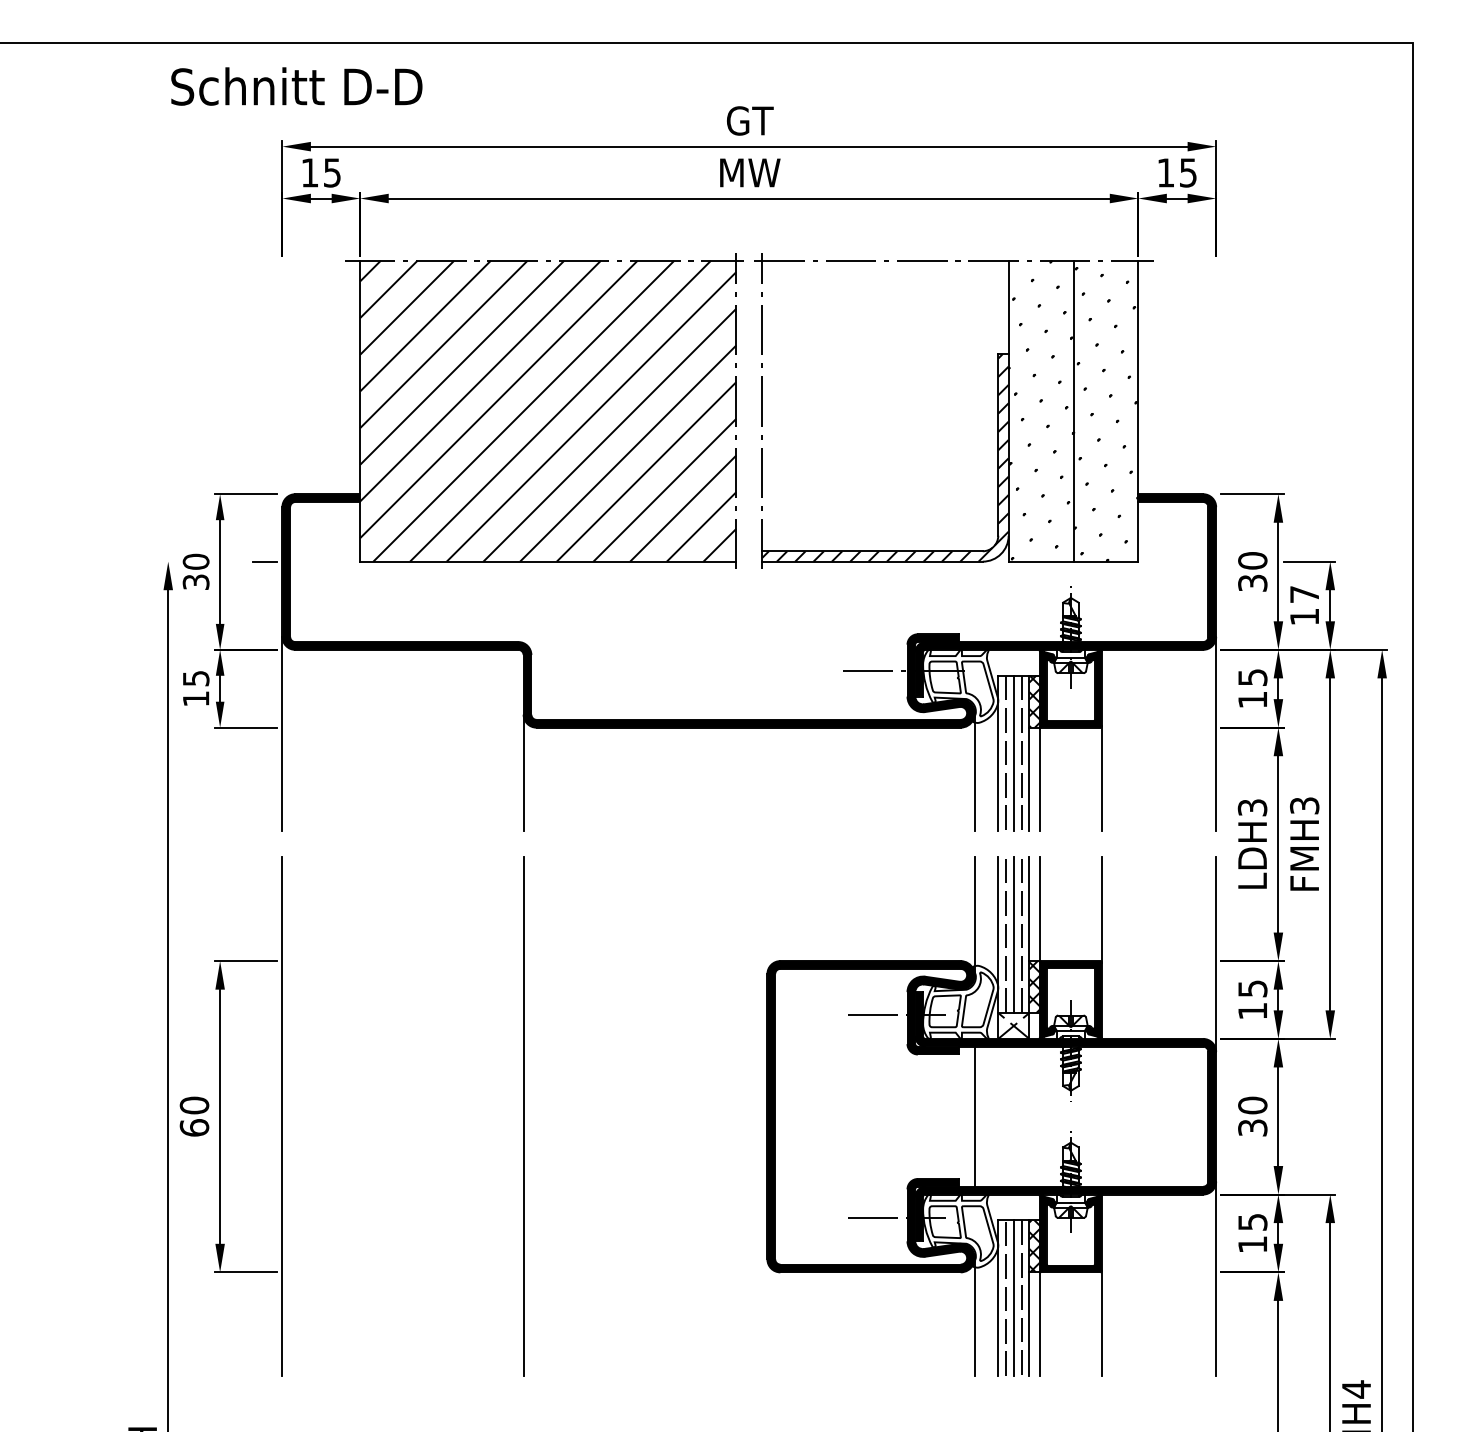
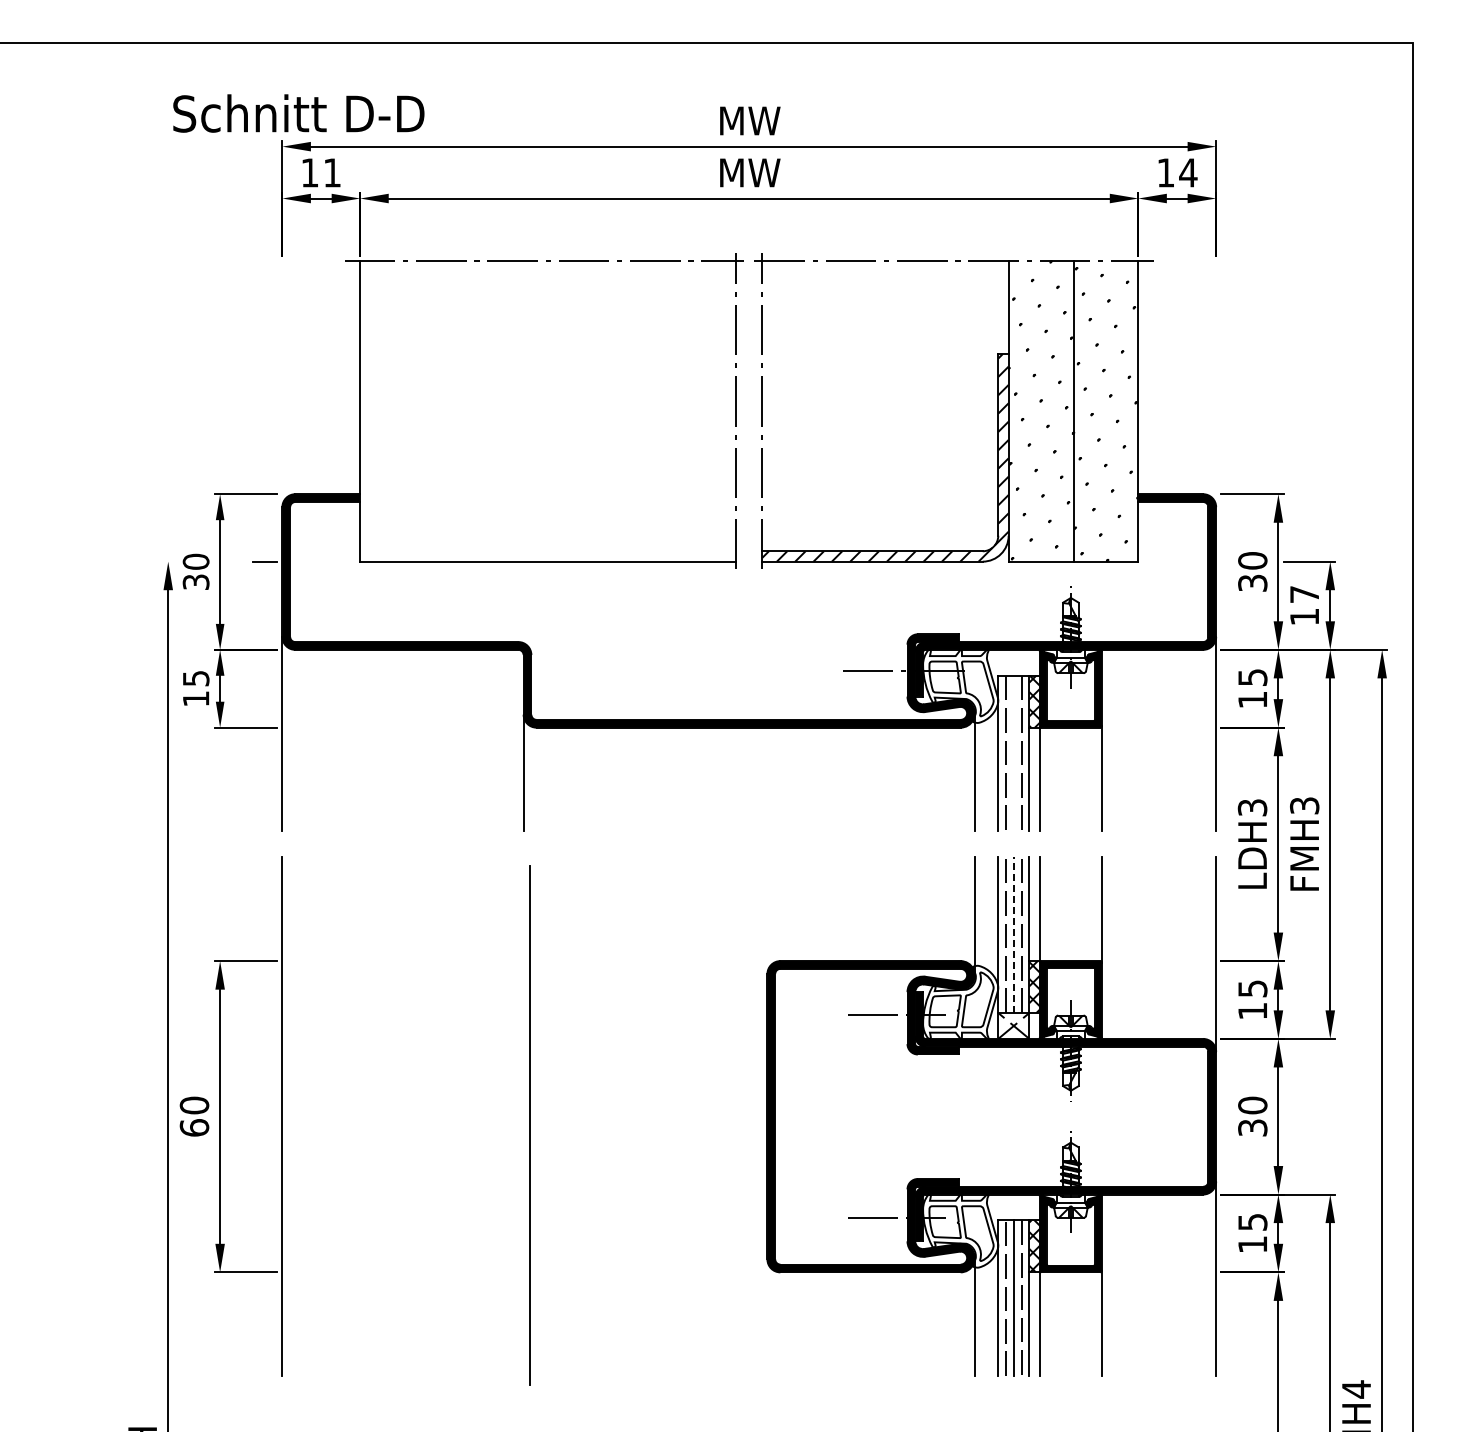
text at (296, 86) position: (296, 86) -> (298, 113)
text at (750, 120): GT -> MW
text at (332, 172): 15 -> 11
text at (1188, 172): 15 -> 14
hatch at (548, 410): present -> none
line at (1013, 753): present -> none
line at (1013, 935): solid -> dashed
line at (523, 1116) position: (523, 1116) -> (529, 1125)
line at (974, 1116): present -> none
